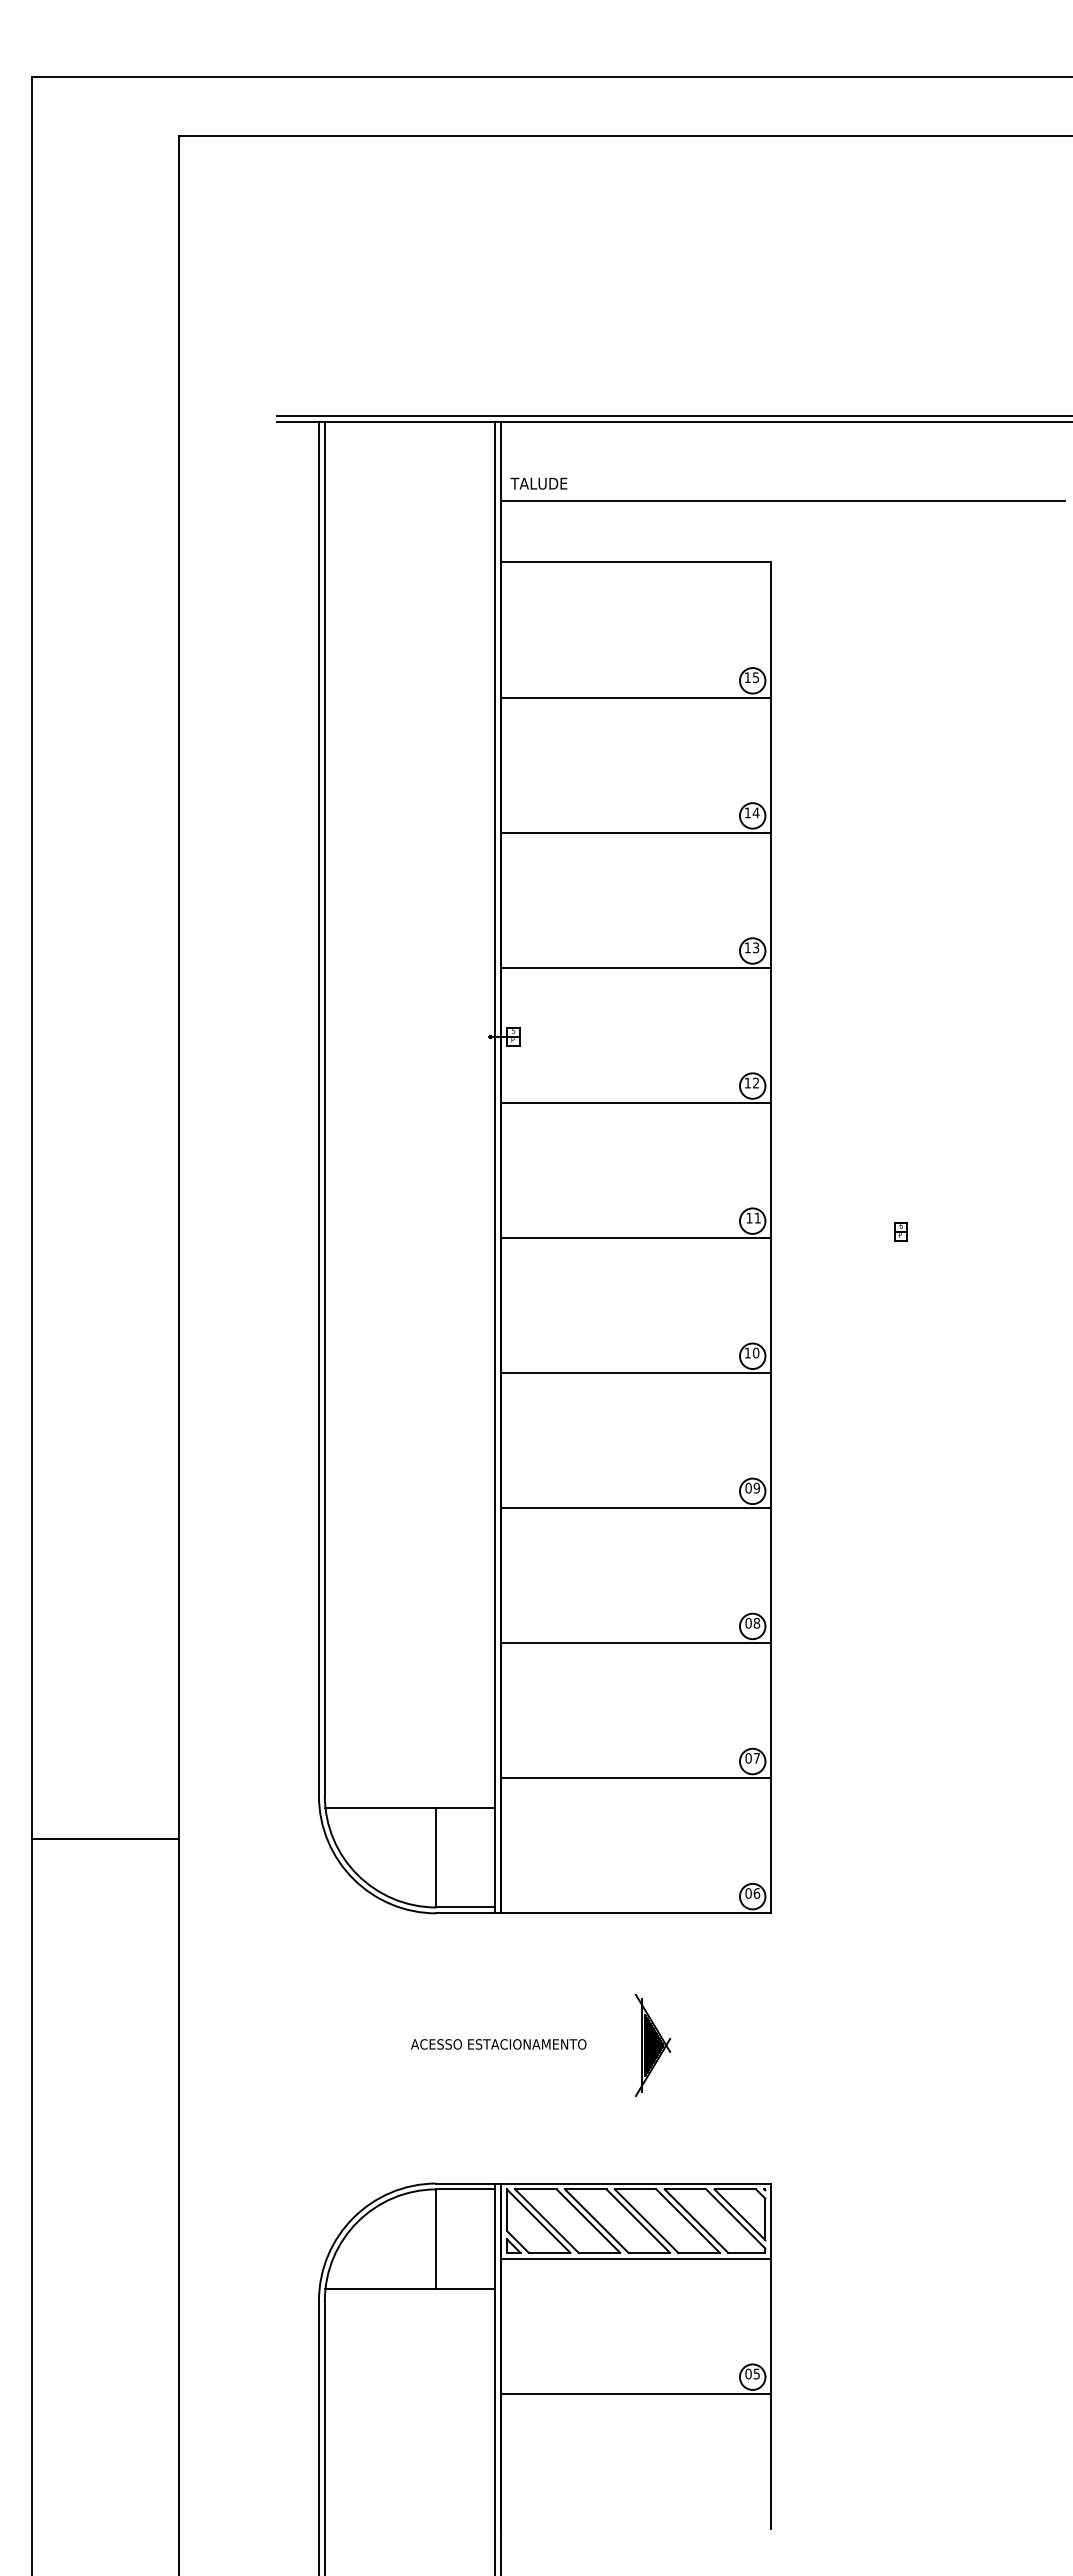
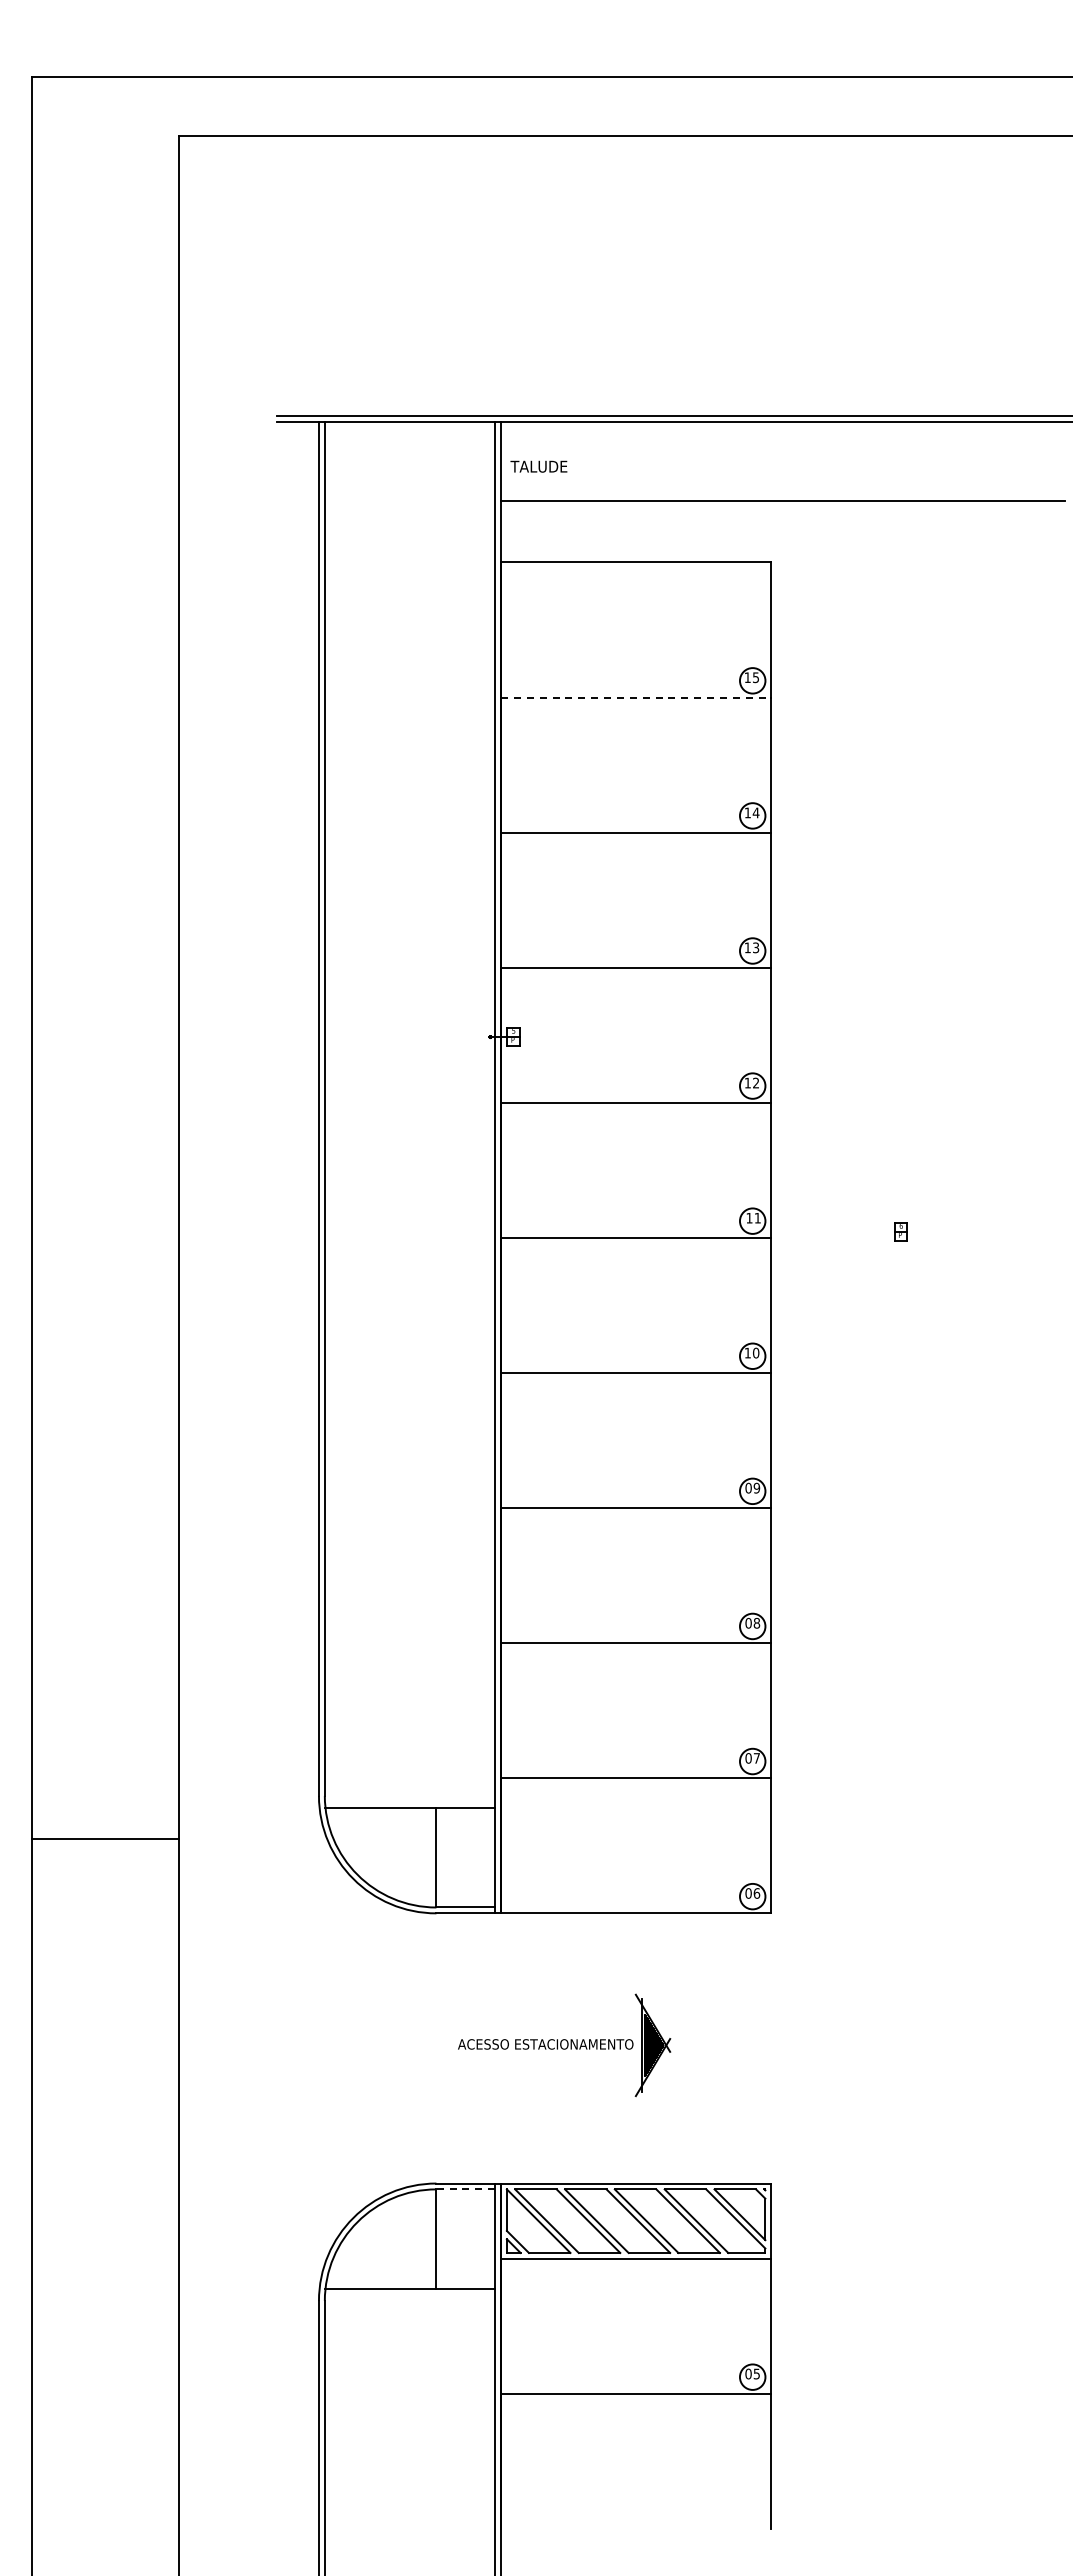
text at (538, 483) position: (538, 483) -> (538, 466)
line at (636, 697): solid -> dashed
text at (498, 2044) position: (498, 2044) -> (545, 2044)
line at (465, 2189): solid -> dashed
